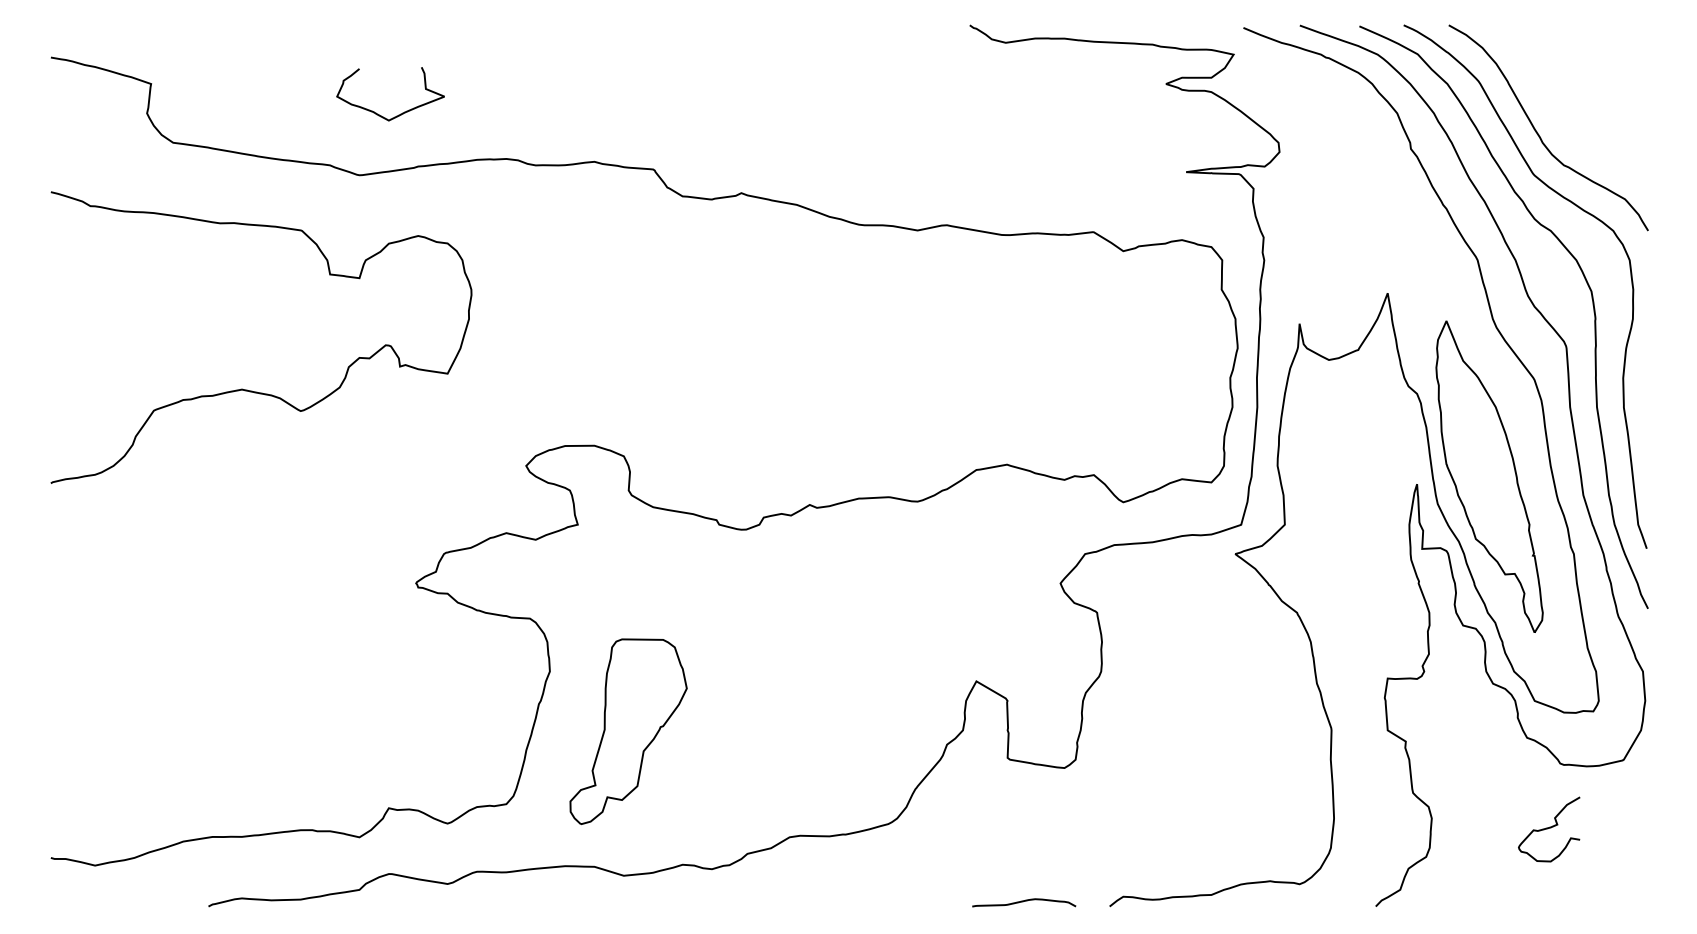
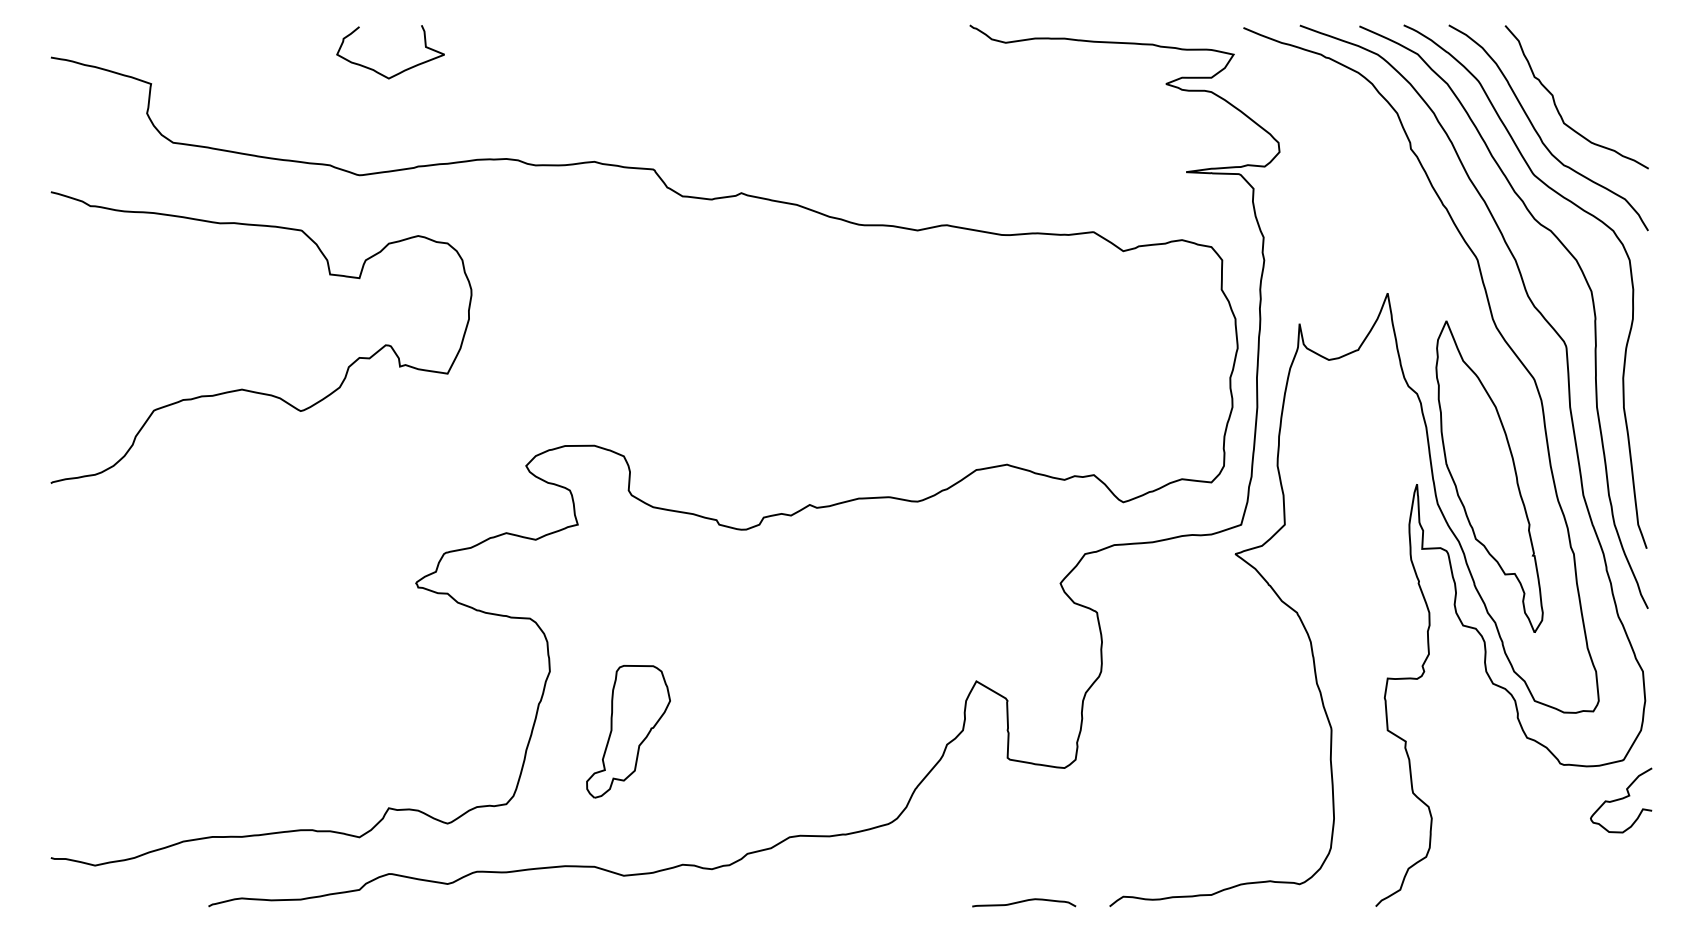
curve at (1555, 101): none -> present
curve at (400, 113) position: (400, 113) -> (400, 71)
part at (628, 731) size: 119x187 px -> 85x134 px
curve at (1549, 828) position: (1549, 828) -> (1621, 799)
